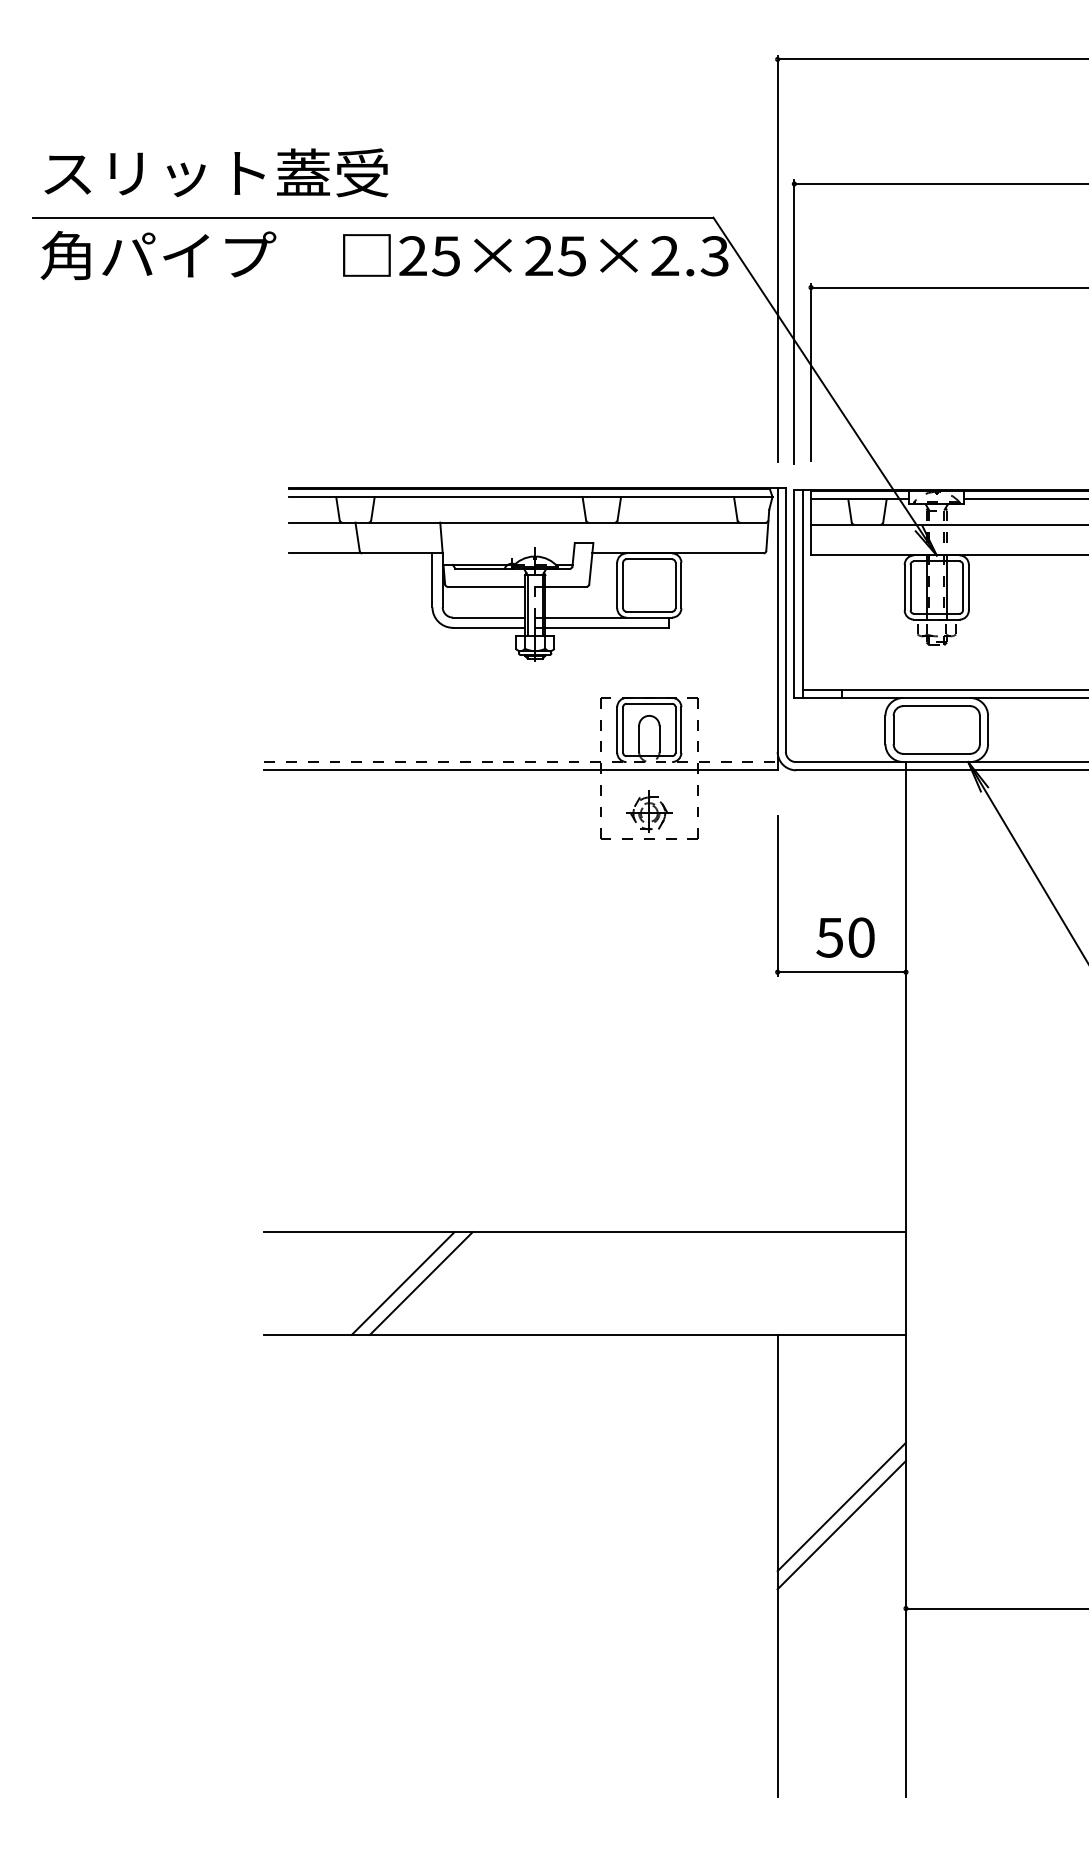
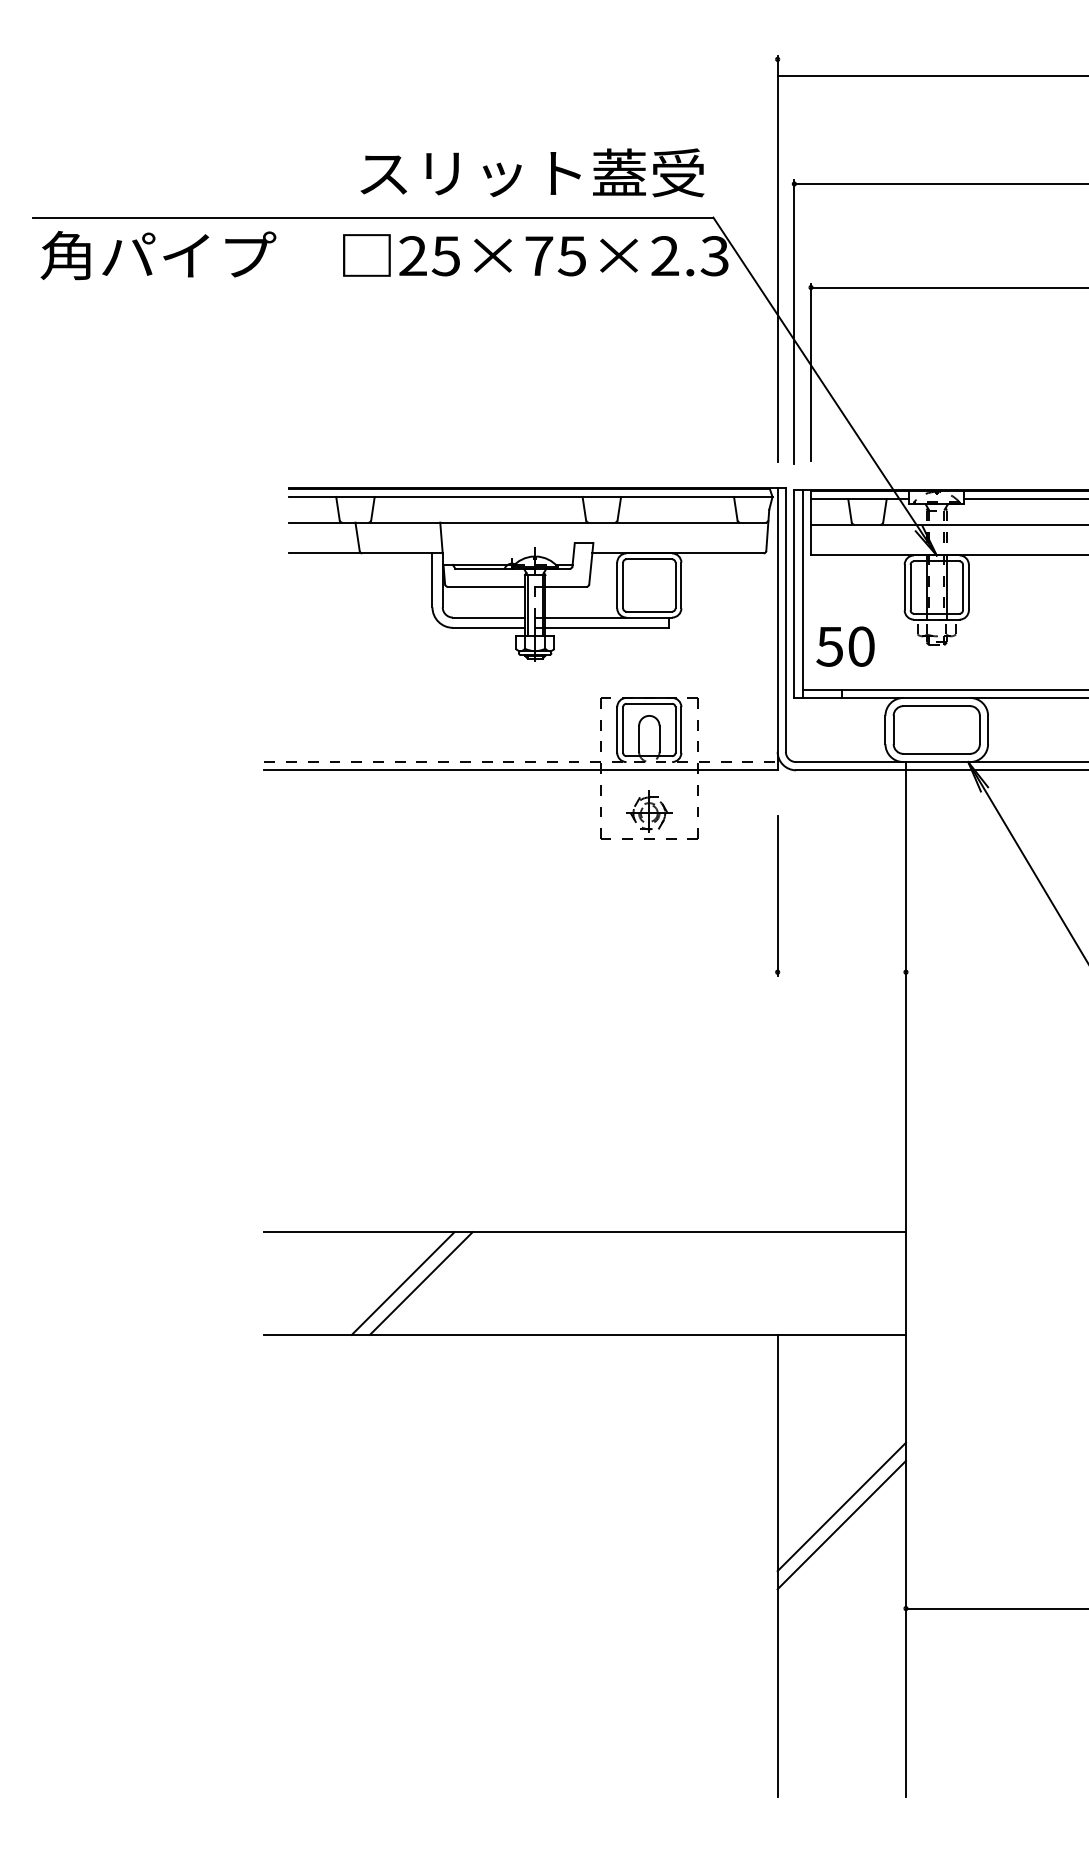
line at (931, 59) position: (931, 59) -> (931, 76)
text at (216, 172) position: (216, 172) -> (532, 172)
text at (539, 255): 25×25×2.3 -> 25×75×2.3
text at (845, 937) position: (845, 937) -> (845, 646)
line at (841, 972): present -> none
